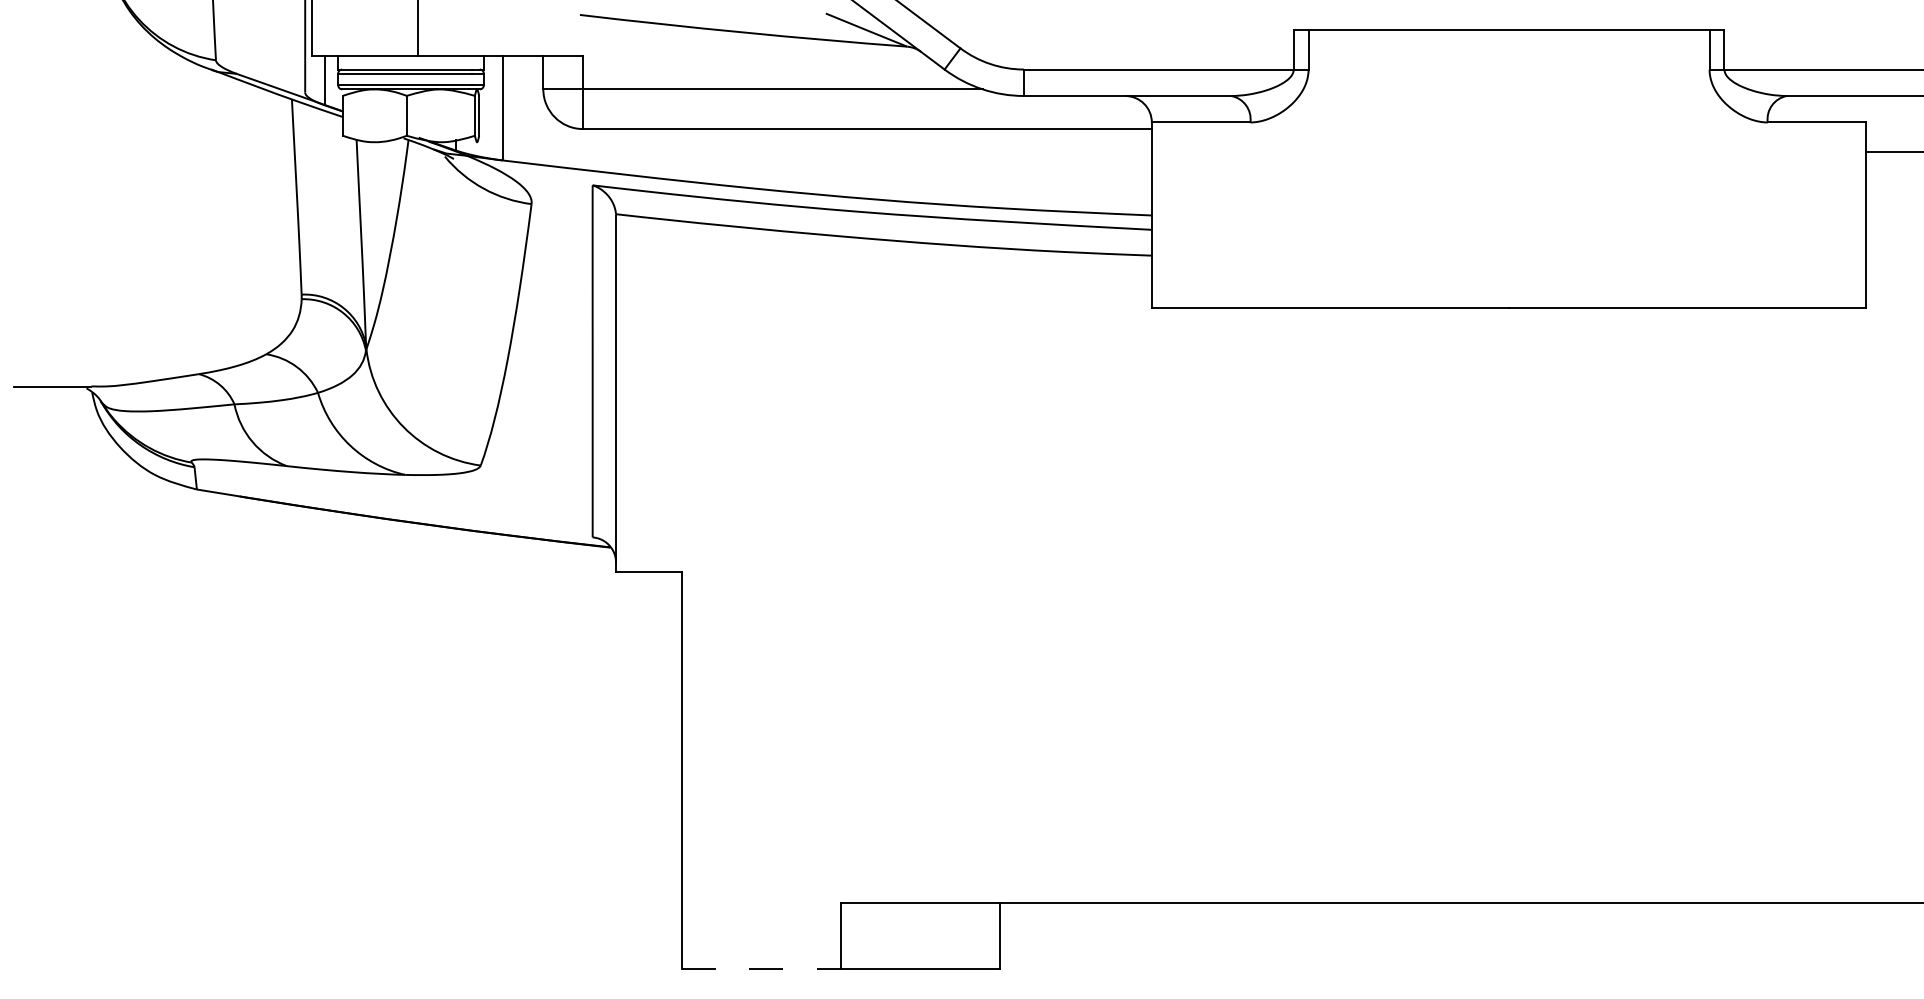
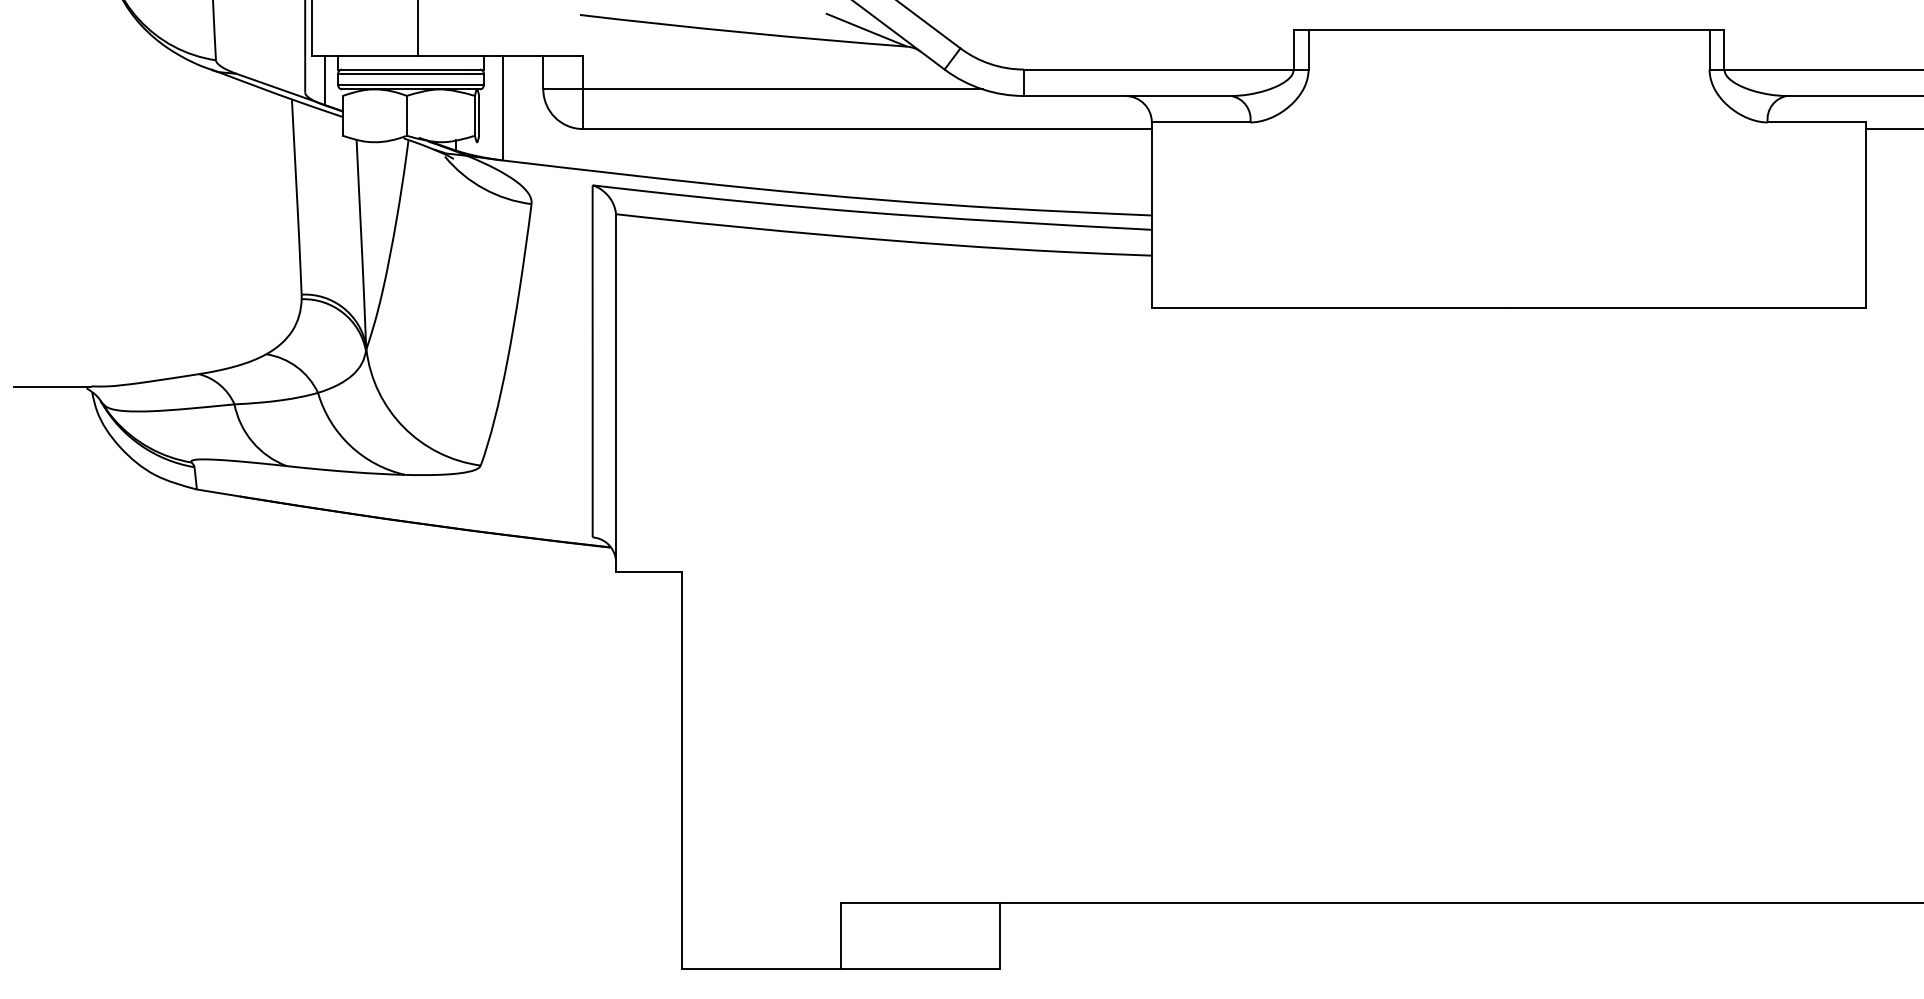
line at (1893, 152) position: (1893, 152) -> (1893, 129)
line at (762, 969): dashed -> solid
